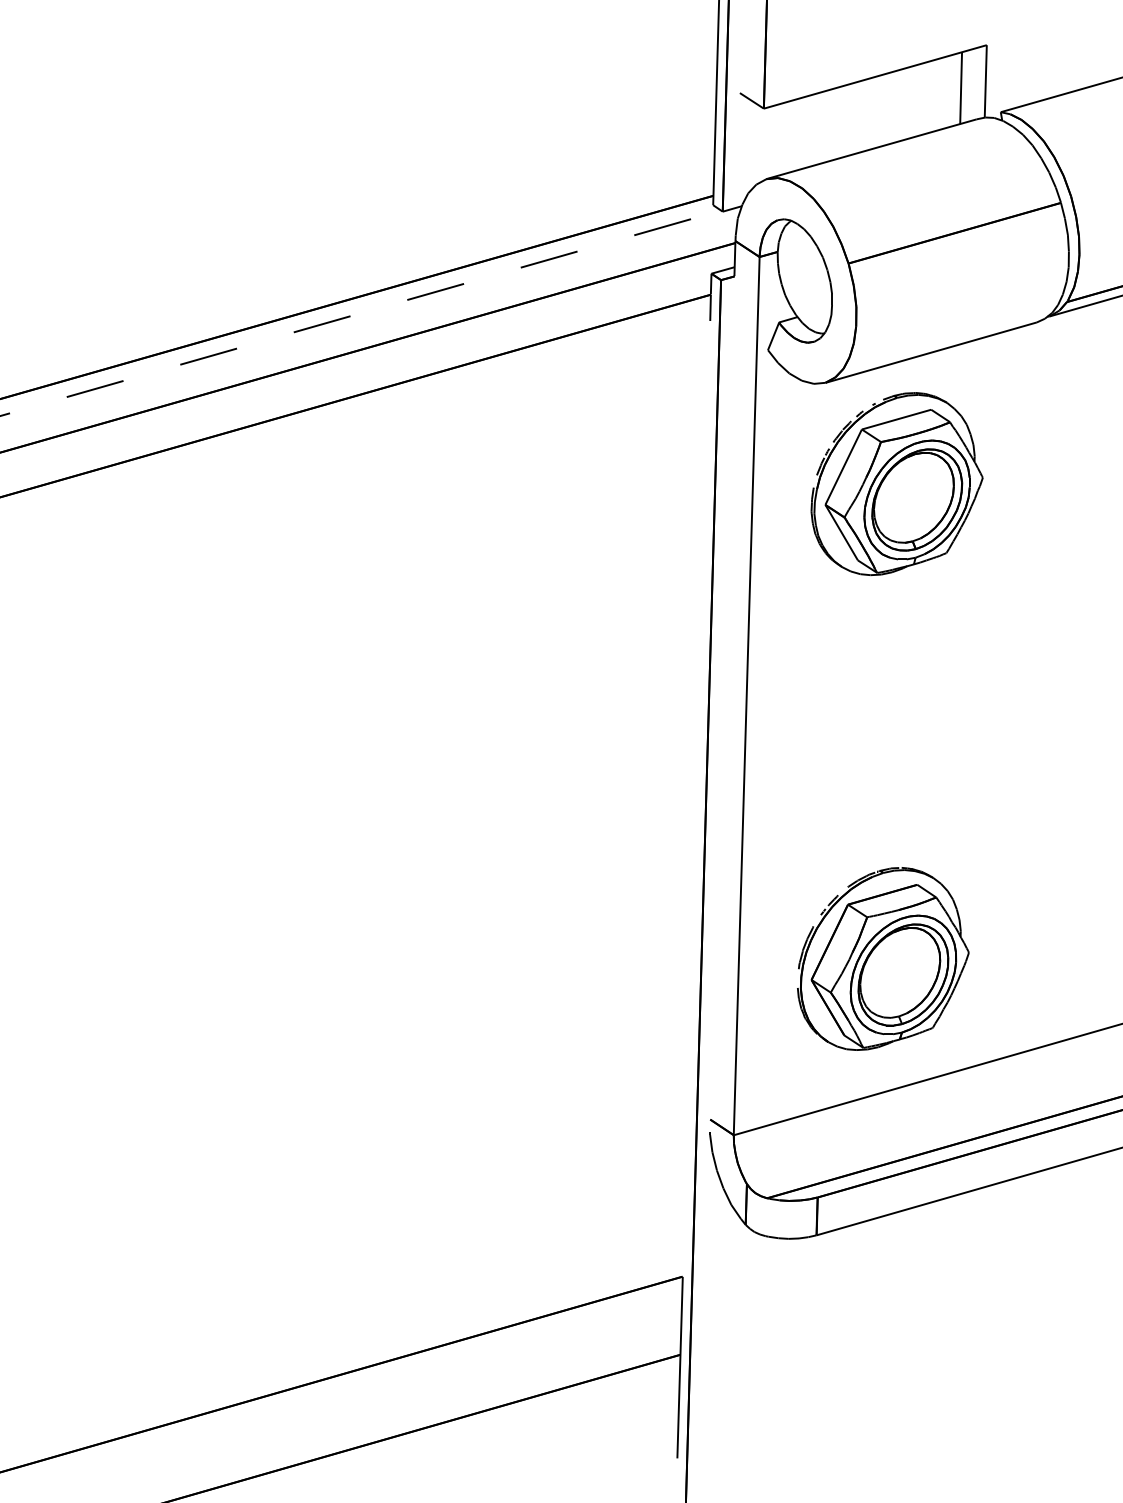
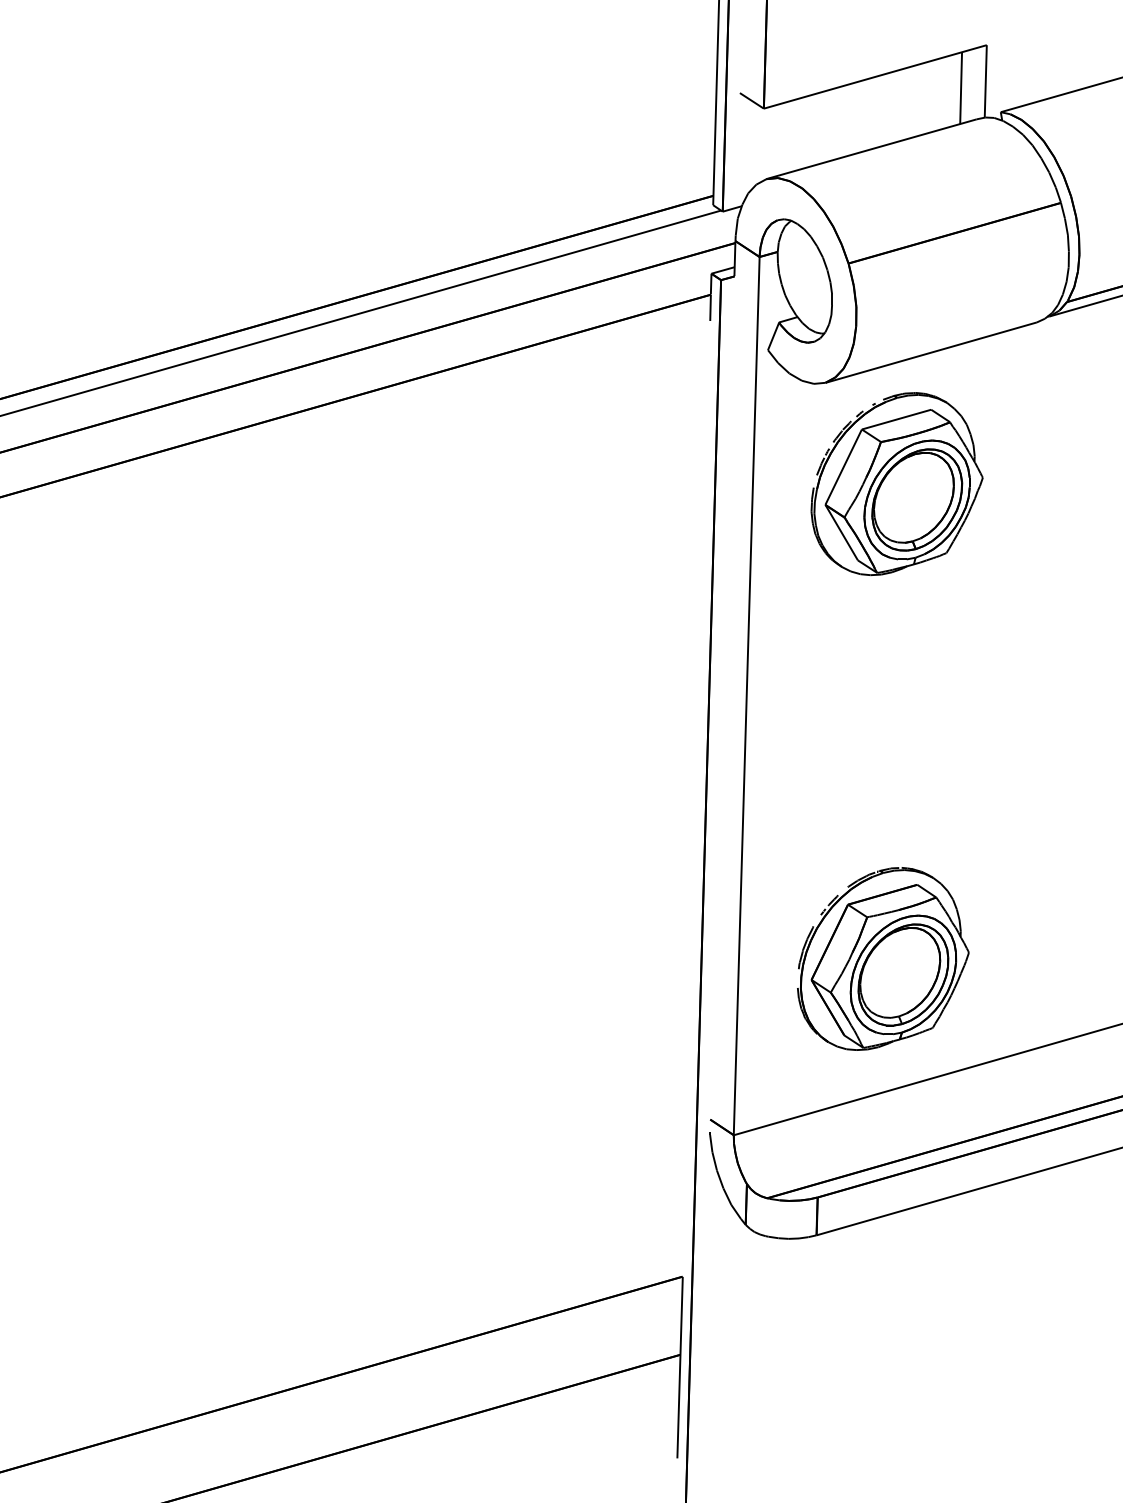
line at (360, 313): dashed -> solid
